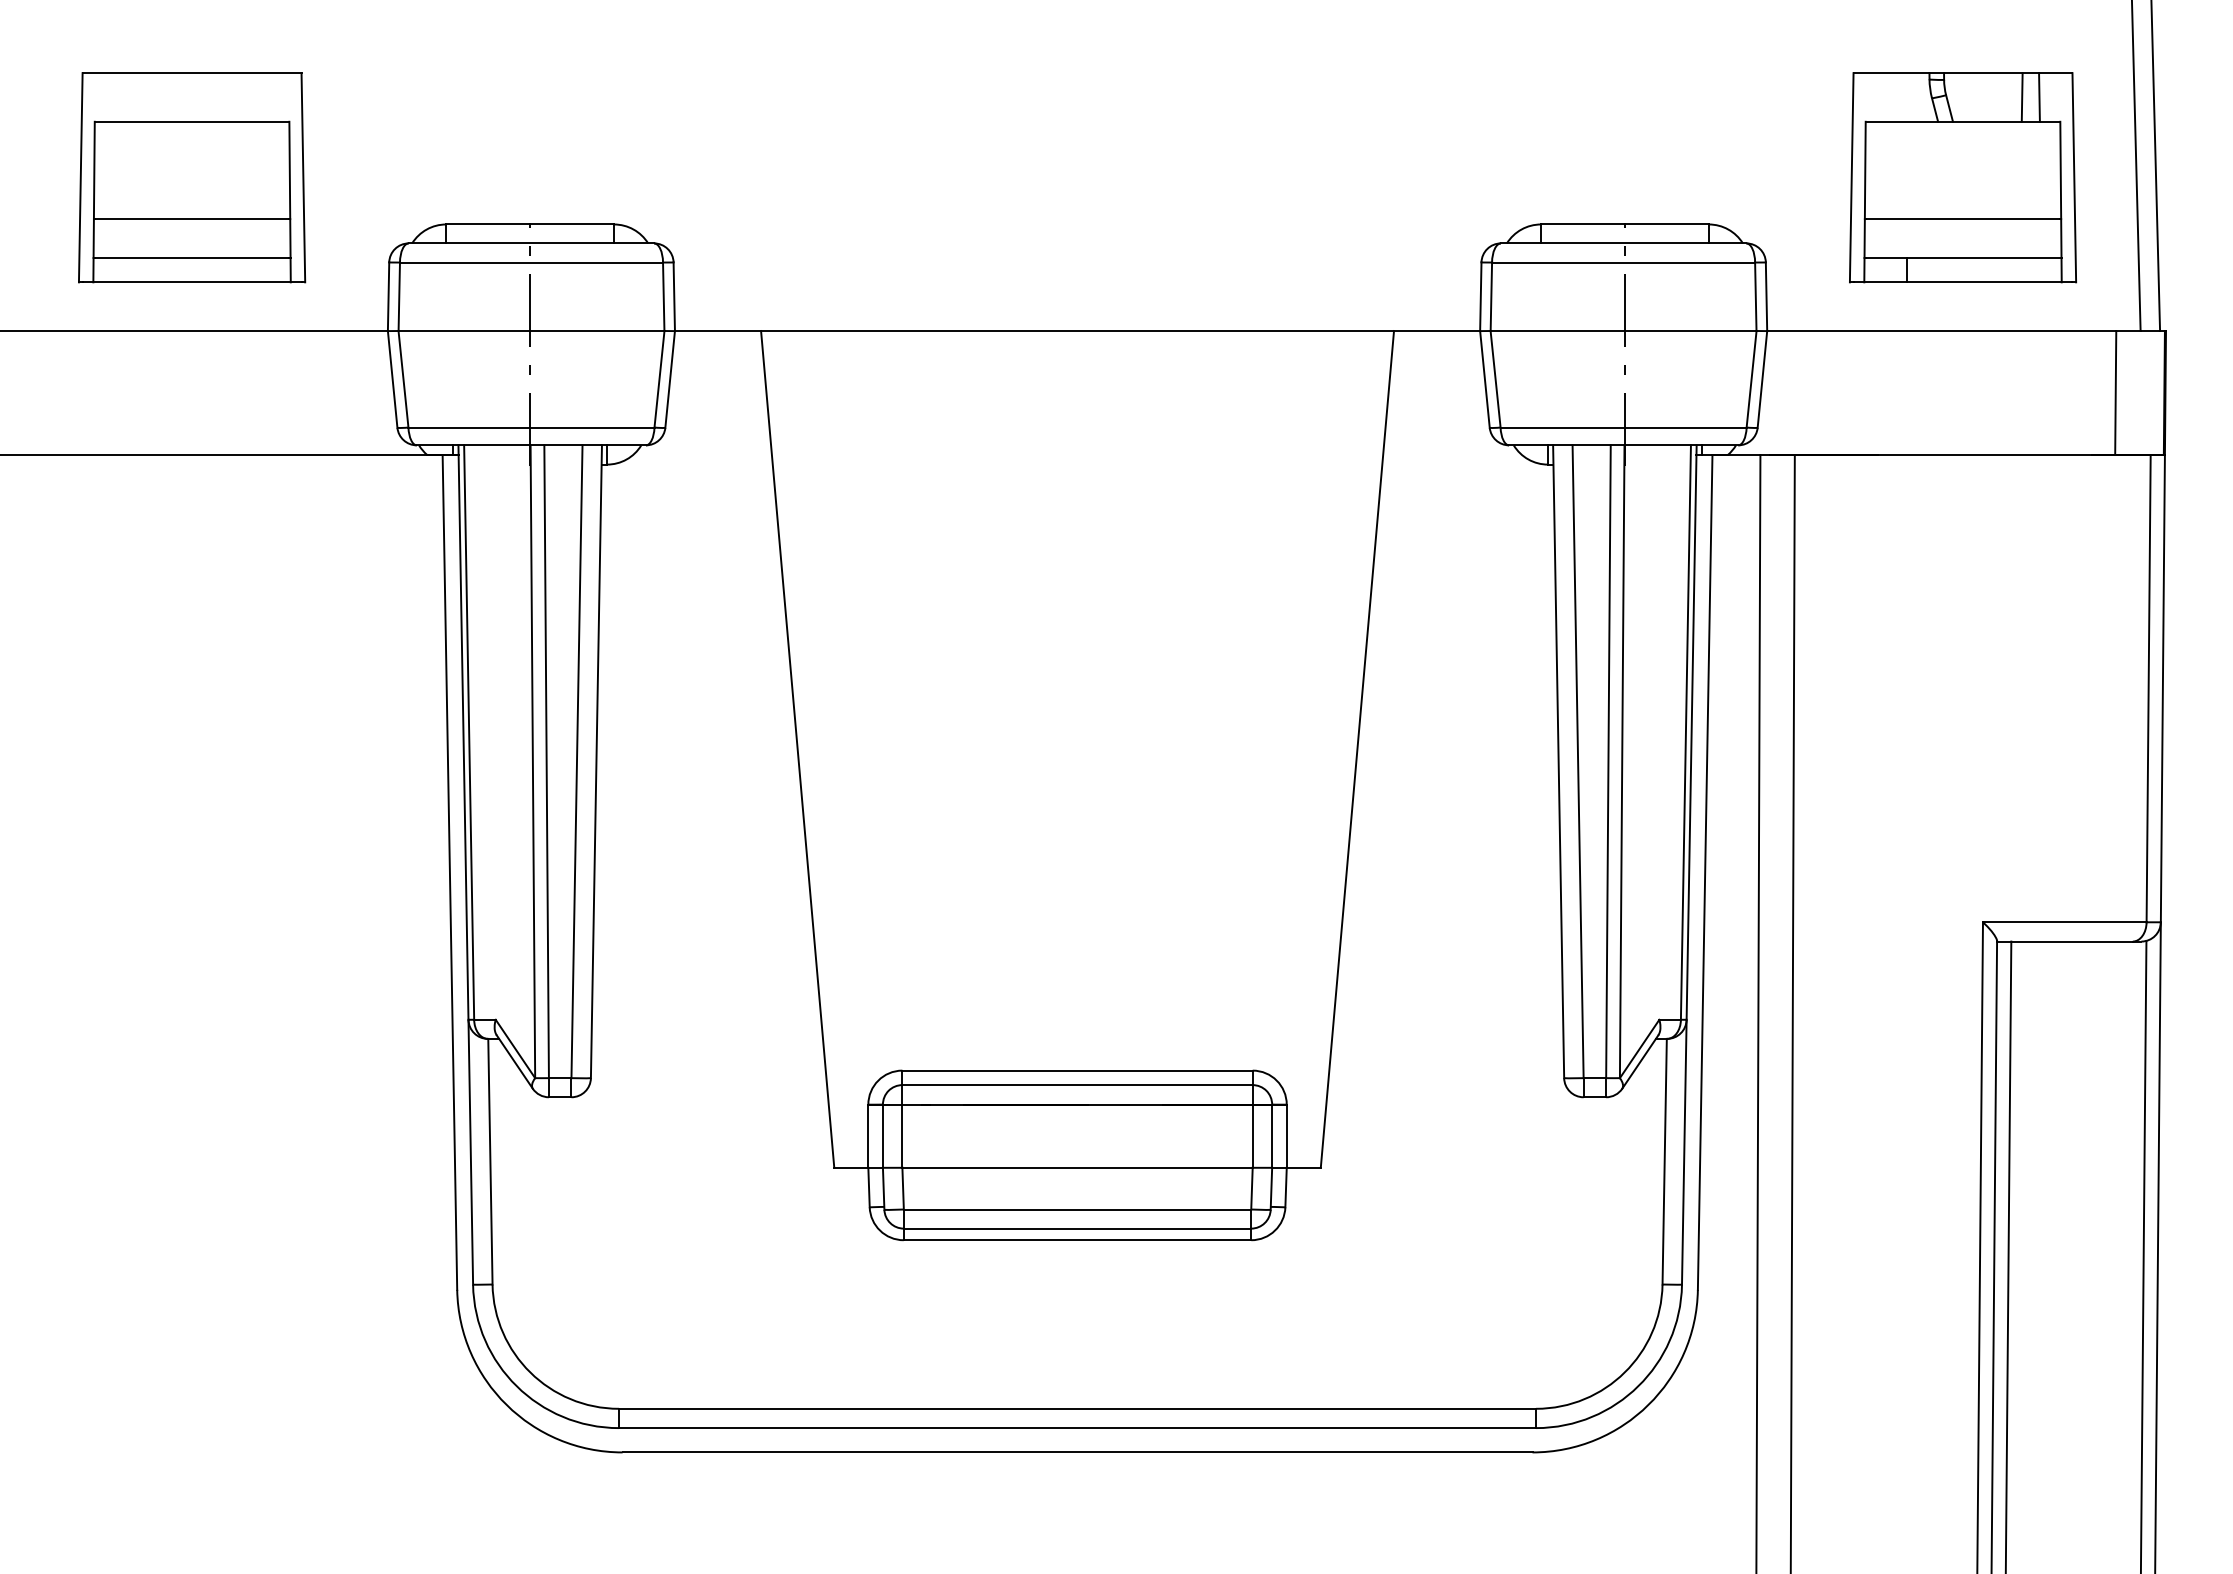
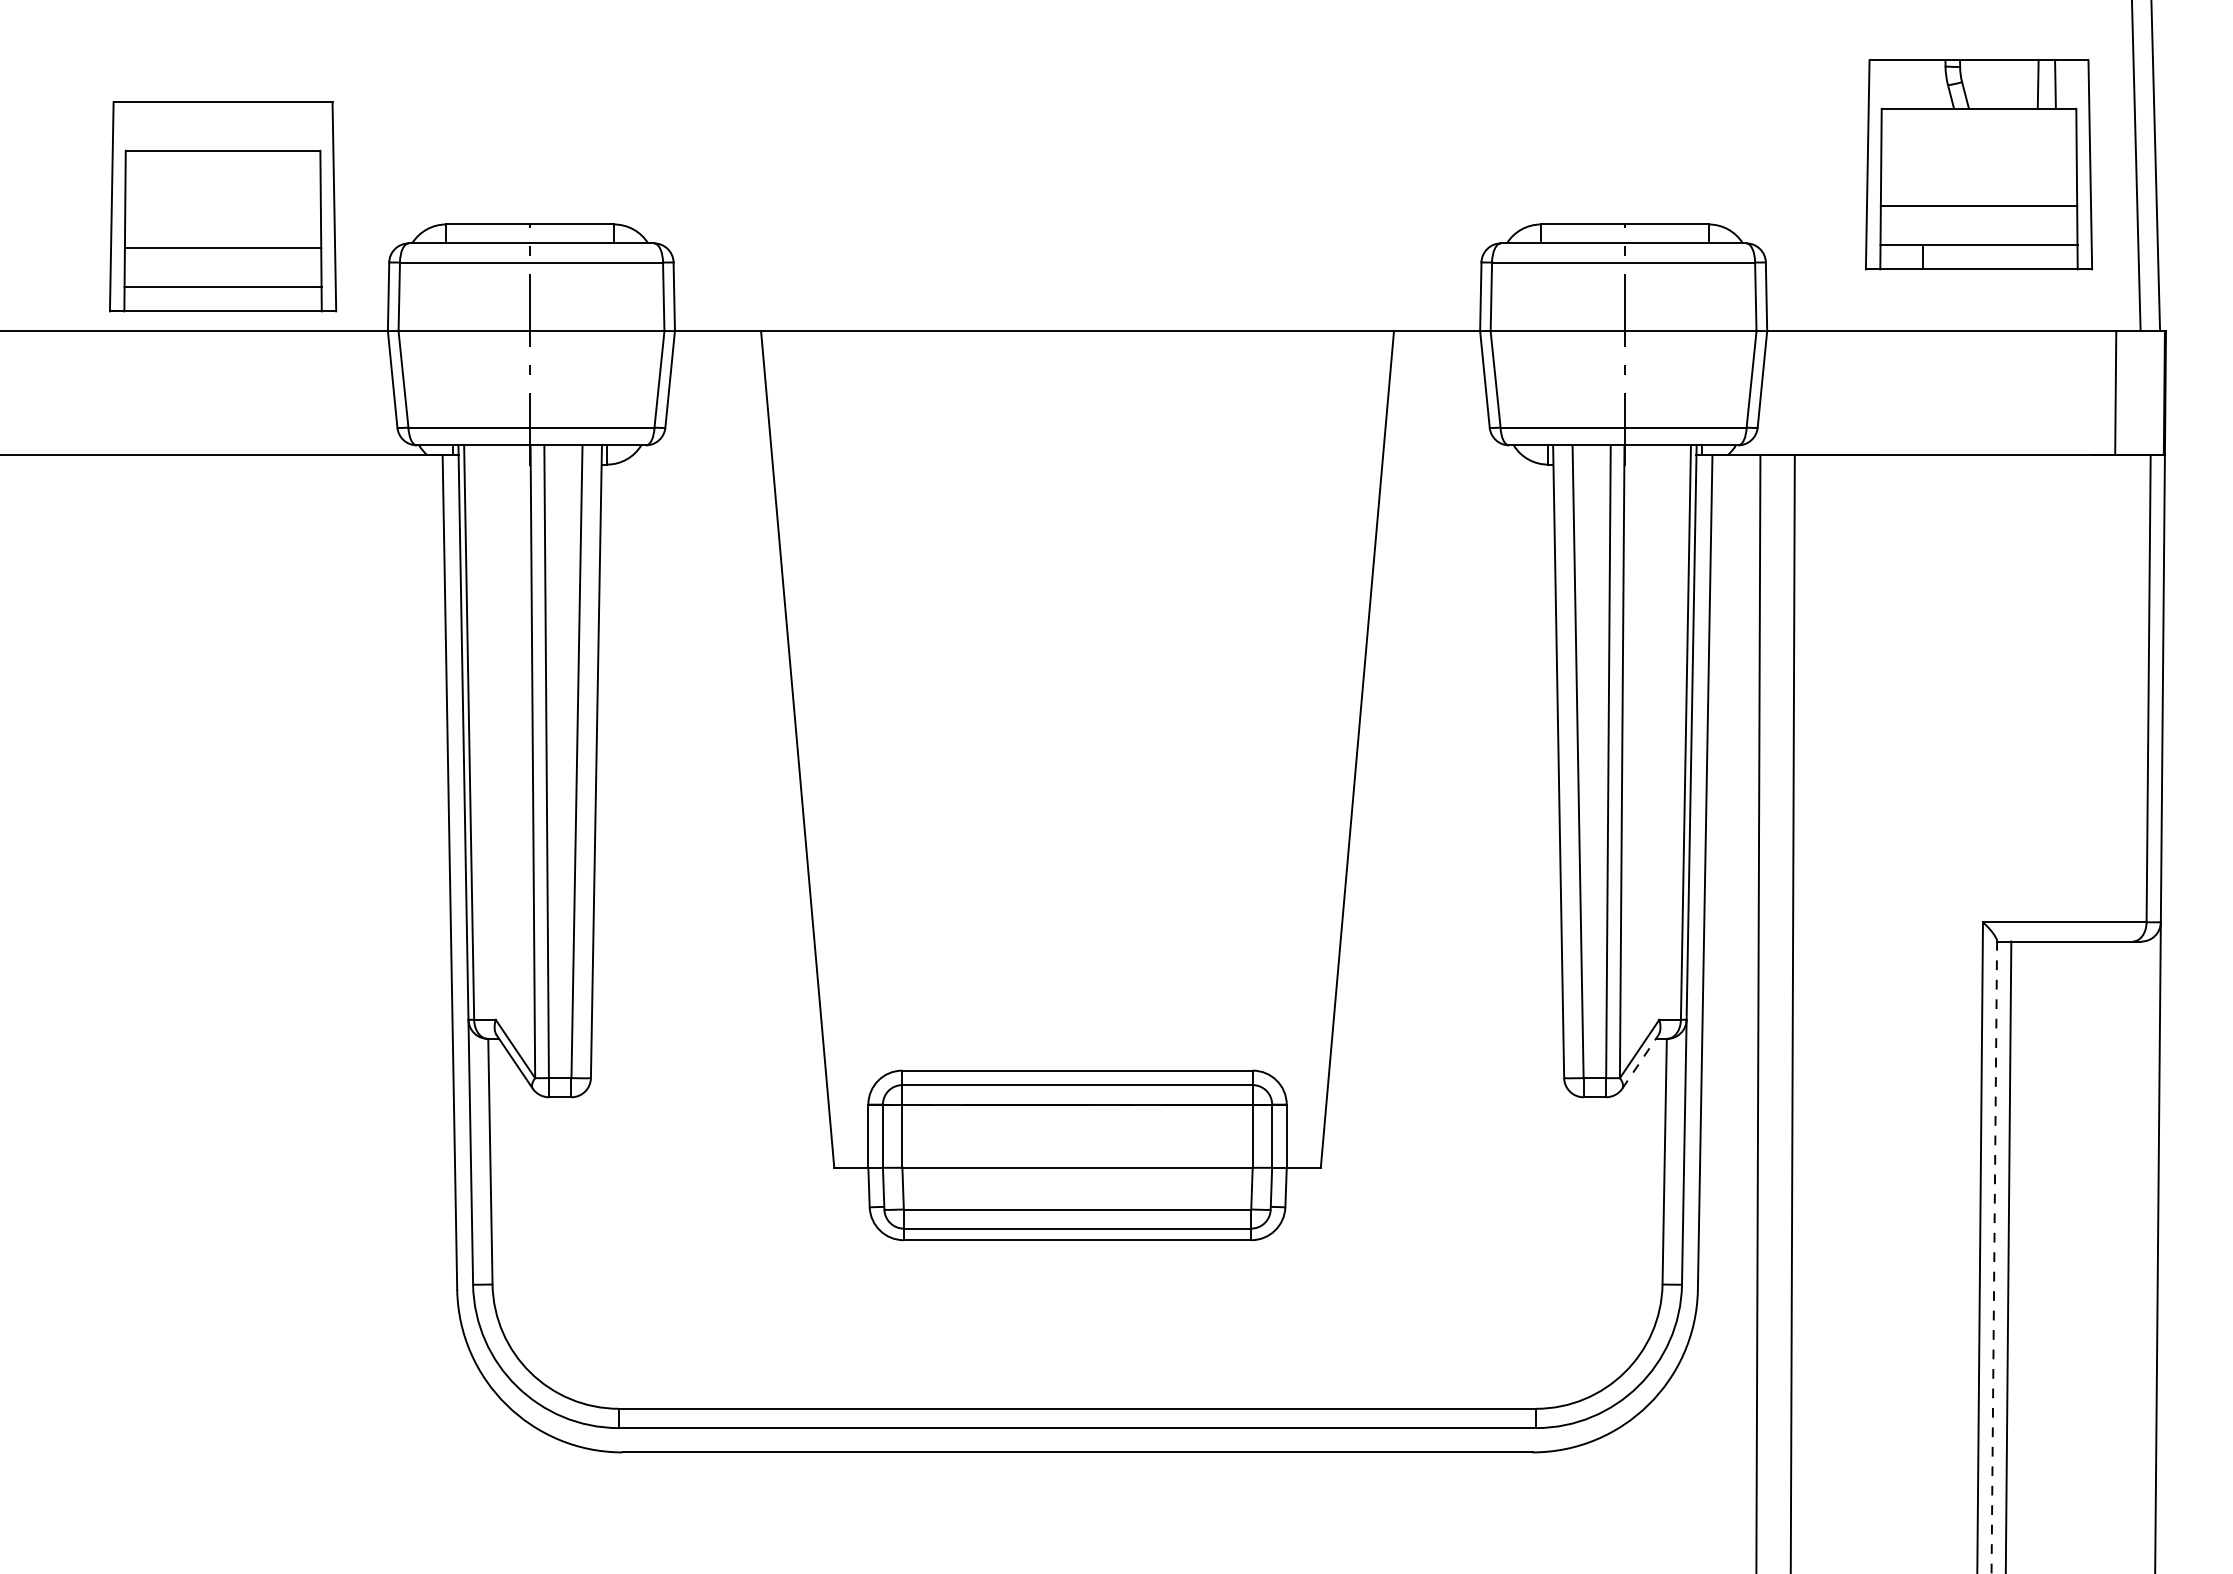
part at (192, 177) position: (192, 177) -> (223, 206)
part at (1962, 177) position: (1962, 177) -> (1978, 164)
line at (1640, 1061): solid -> dashed
line at (2143, 1255): present -> none
line at (1994, 1257): solid -> dashed
